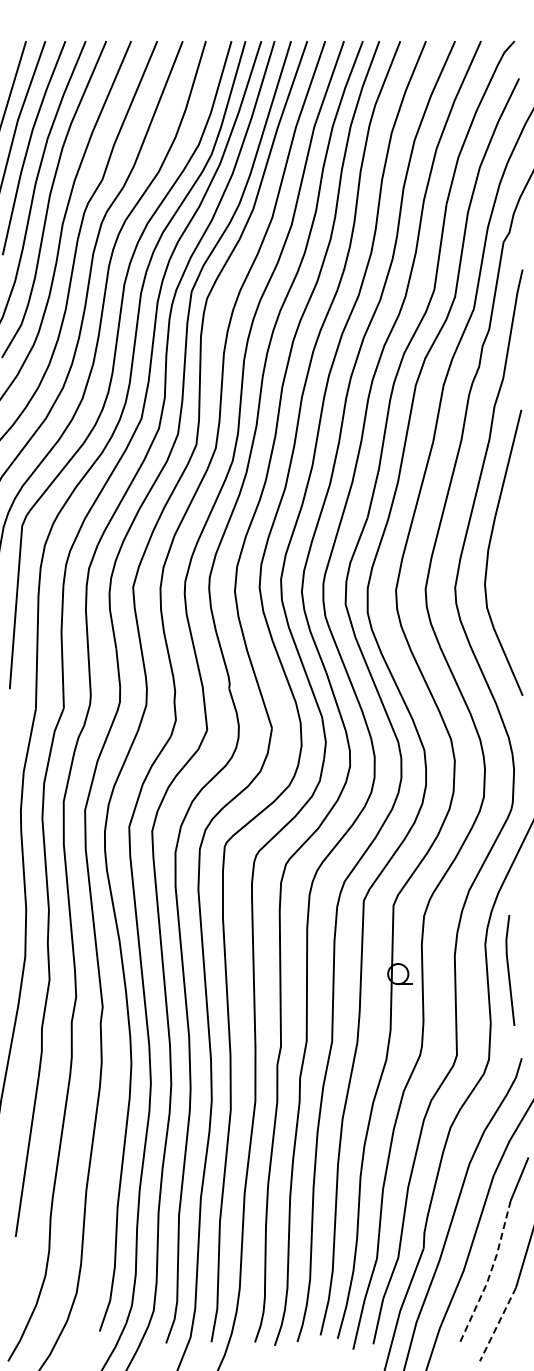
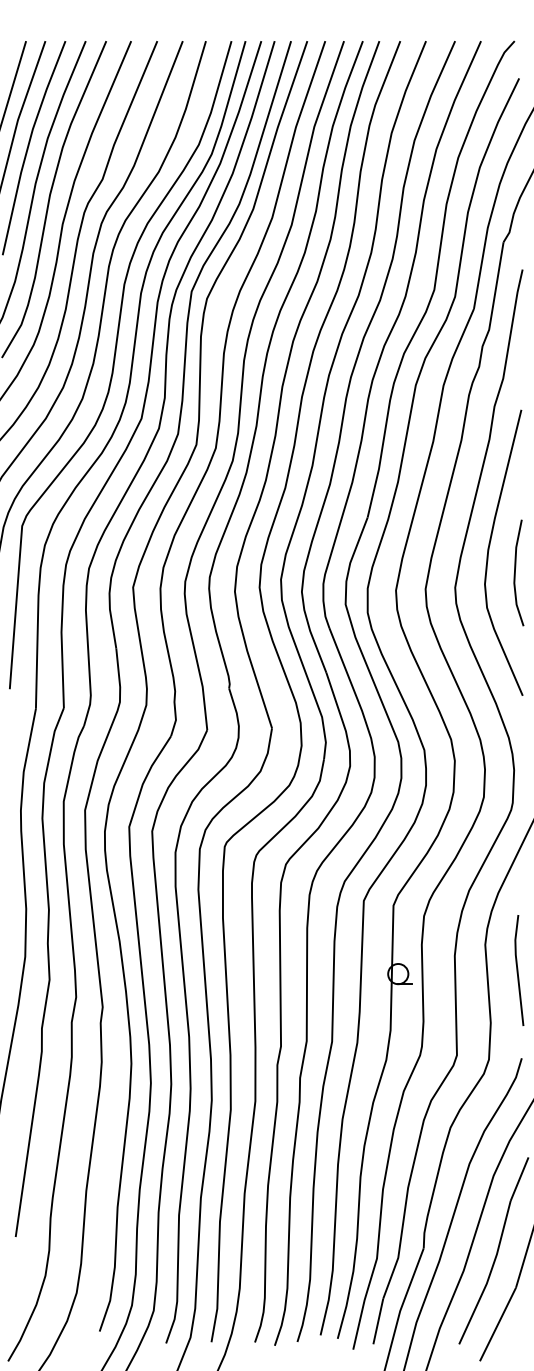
line at (515, 572): none -> present
line at (509, 970) position: (509, 970) -> (518, 970)
line at (489, 1274): dashed -> solid
line at (497, 1324): dashed -> solid
